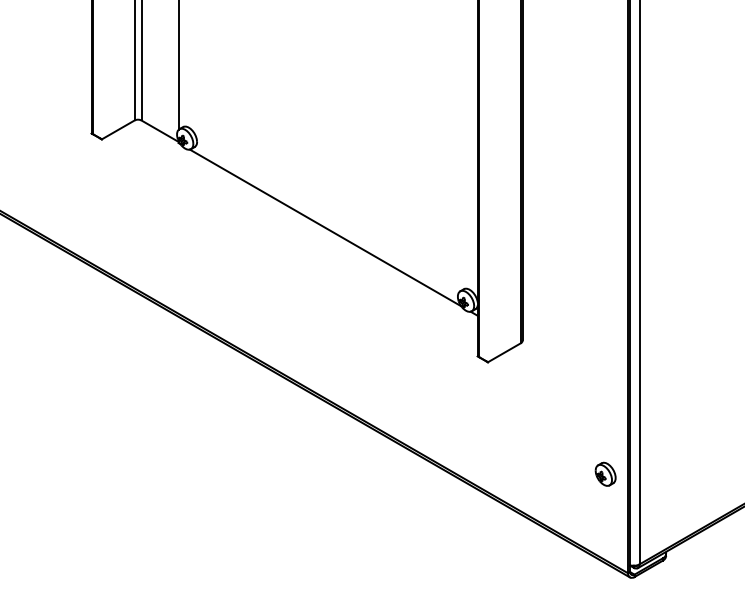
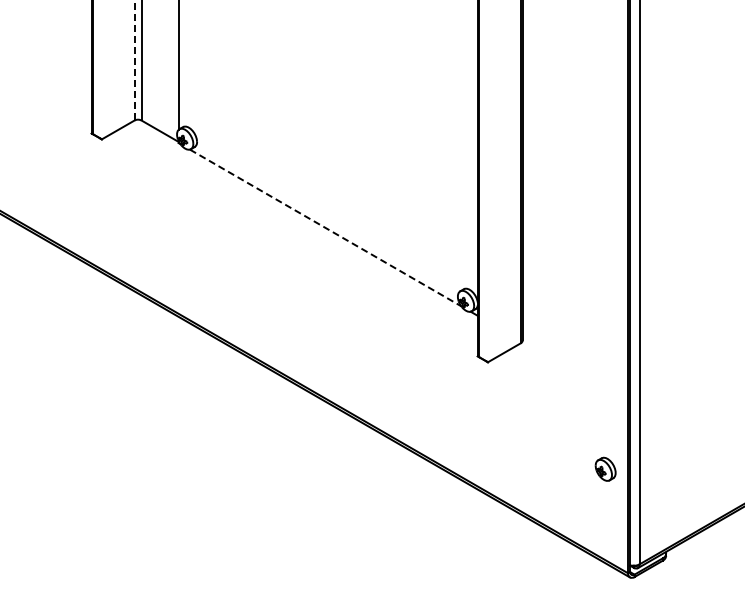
line at (134, 60): solid -> dashed
line at (325, 227): solid -> dashed
part at (605, 473) position: (605, 473) -> (605, 468)
